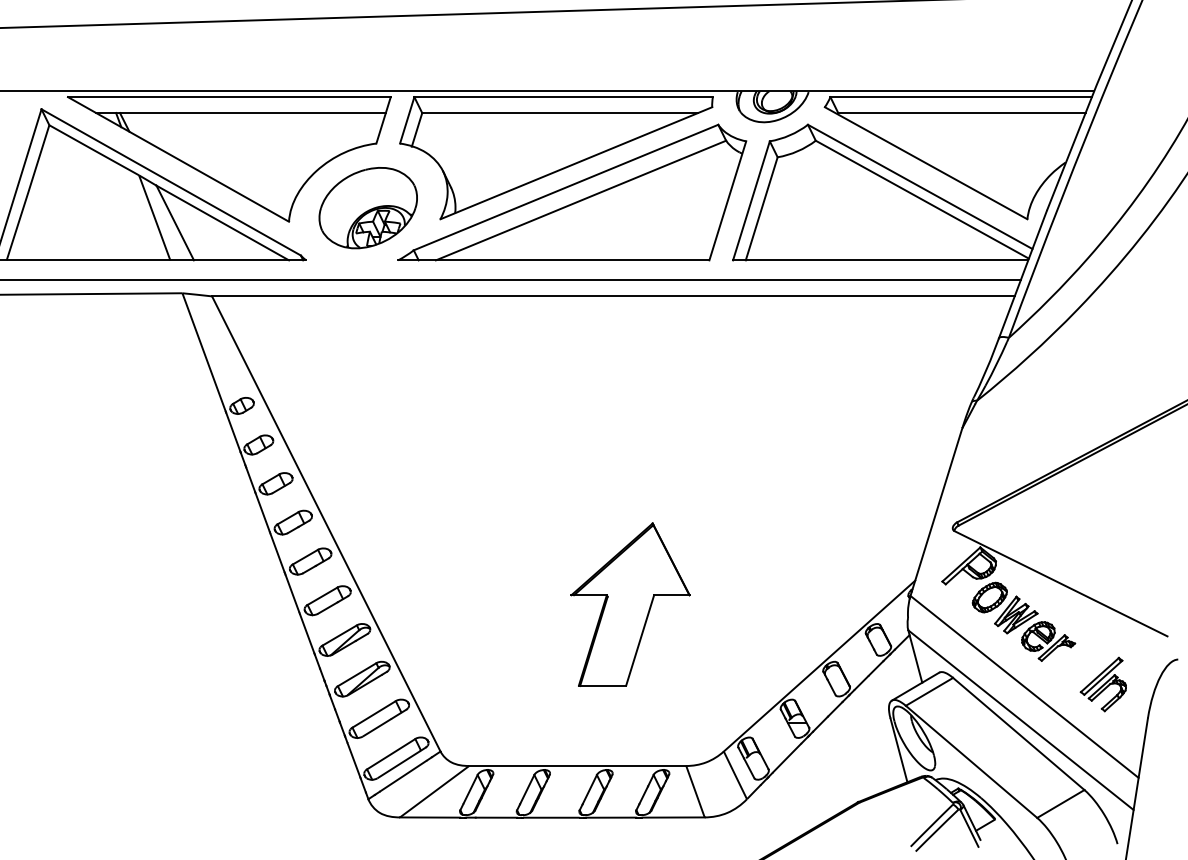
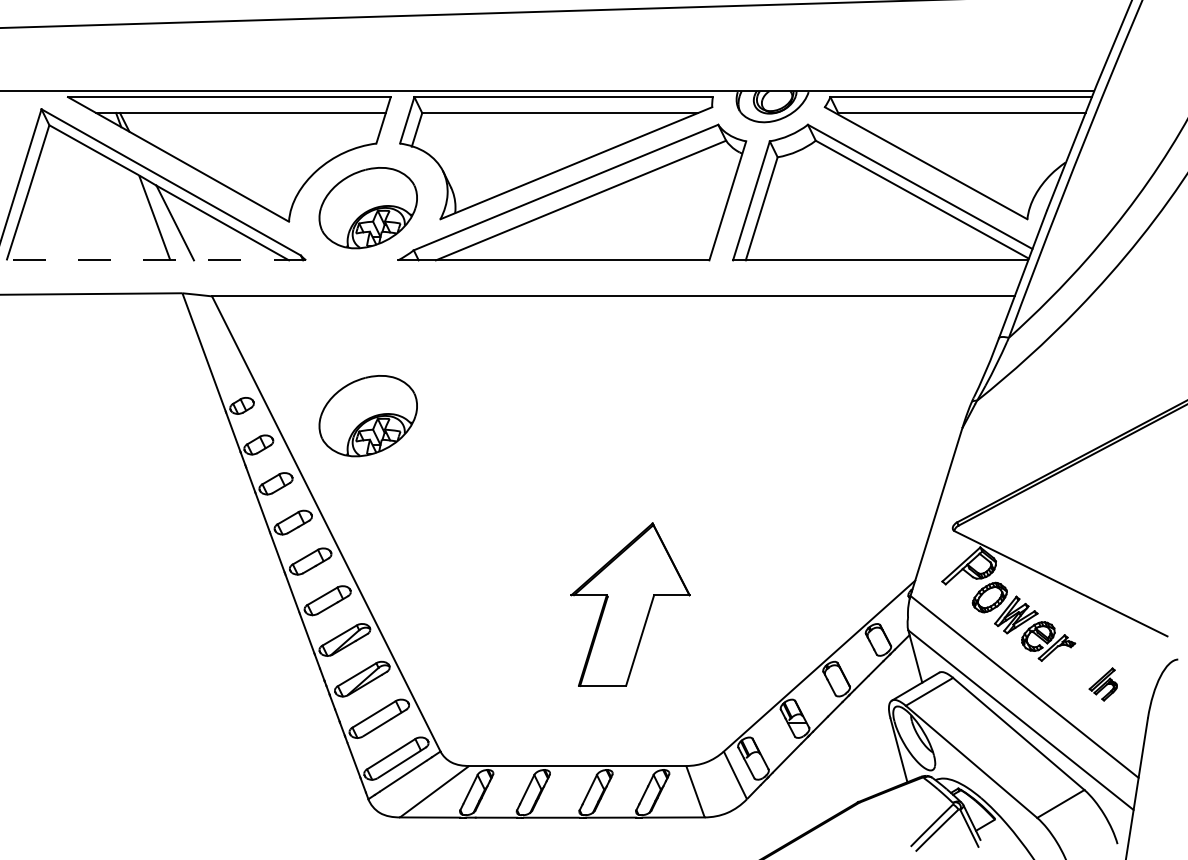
line at (153, 260): solid -> dashed
line at (511, 280): present -> none
part at (367, 416): none -> present
part at (1102, 684) size: 48x57 px -> 30x35 px
